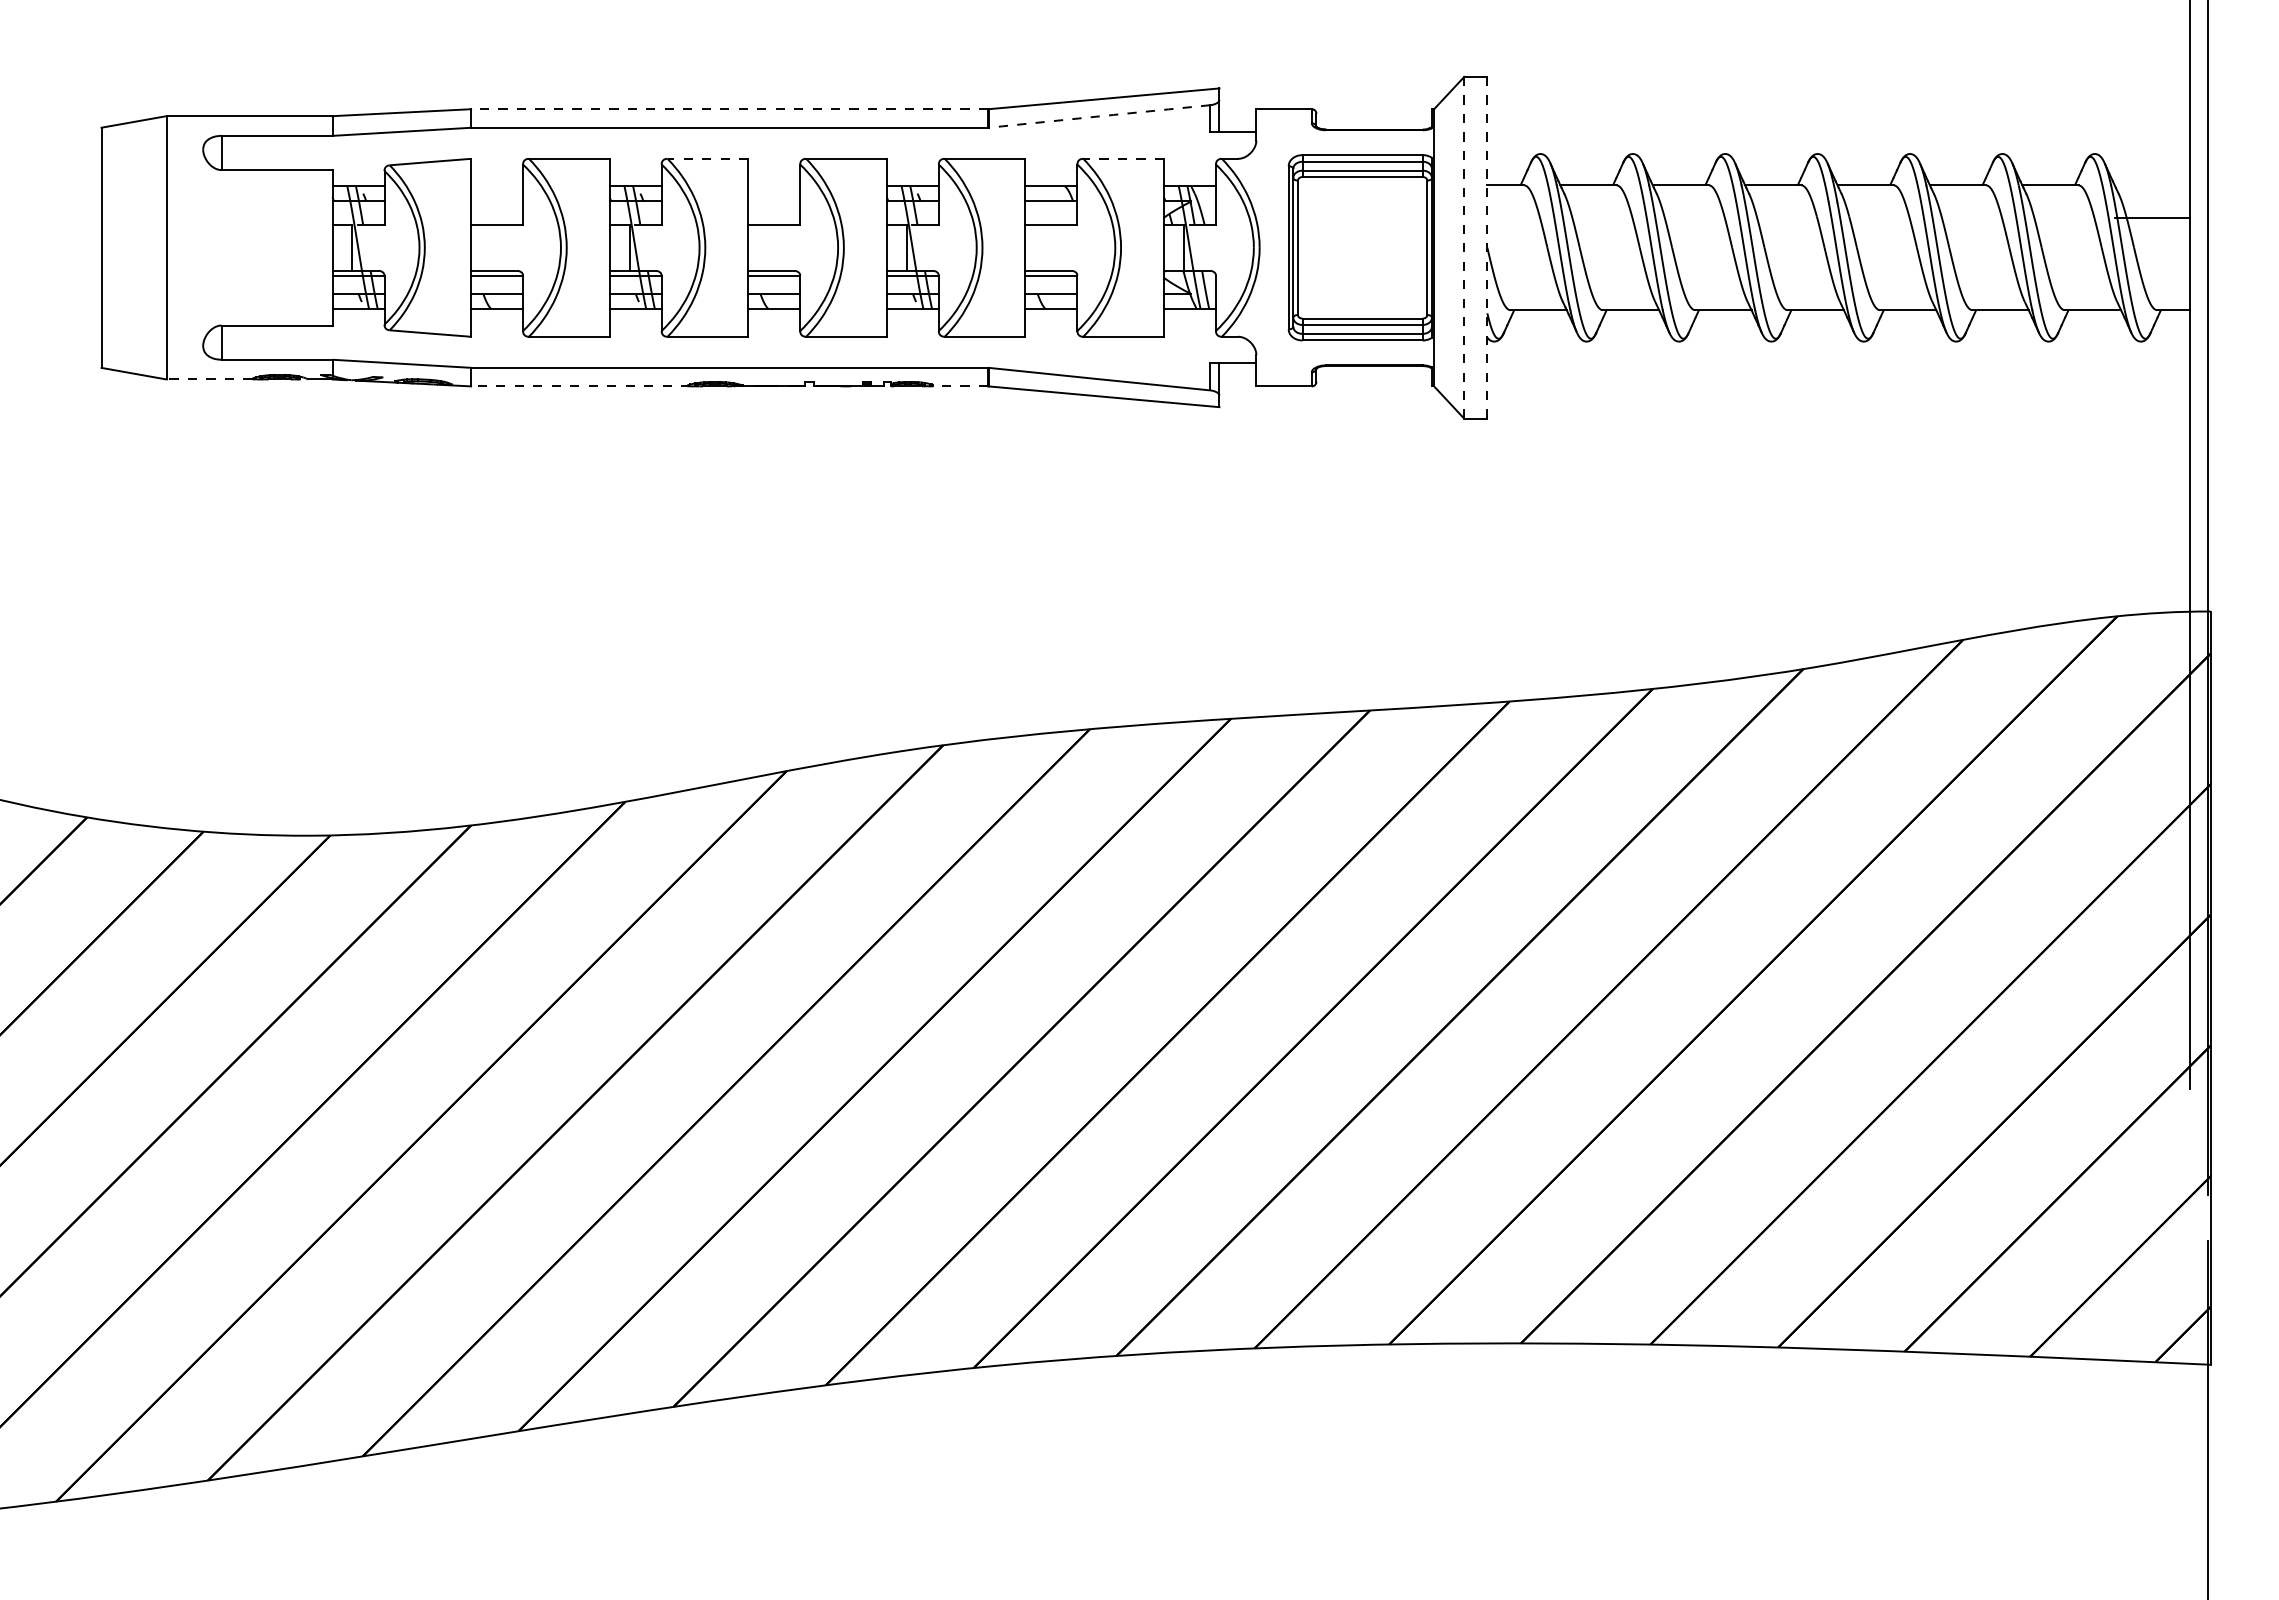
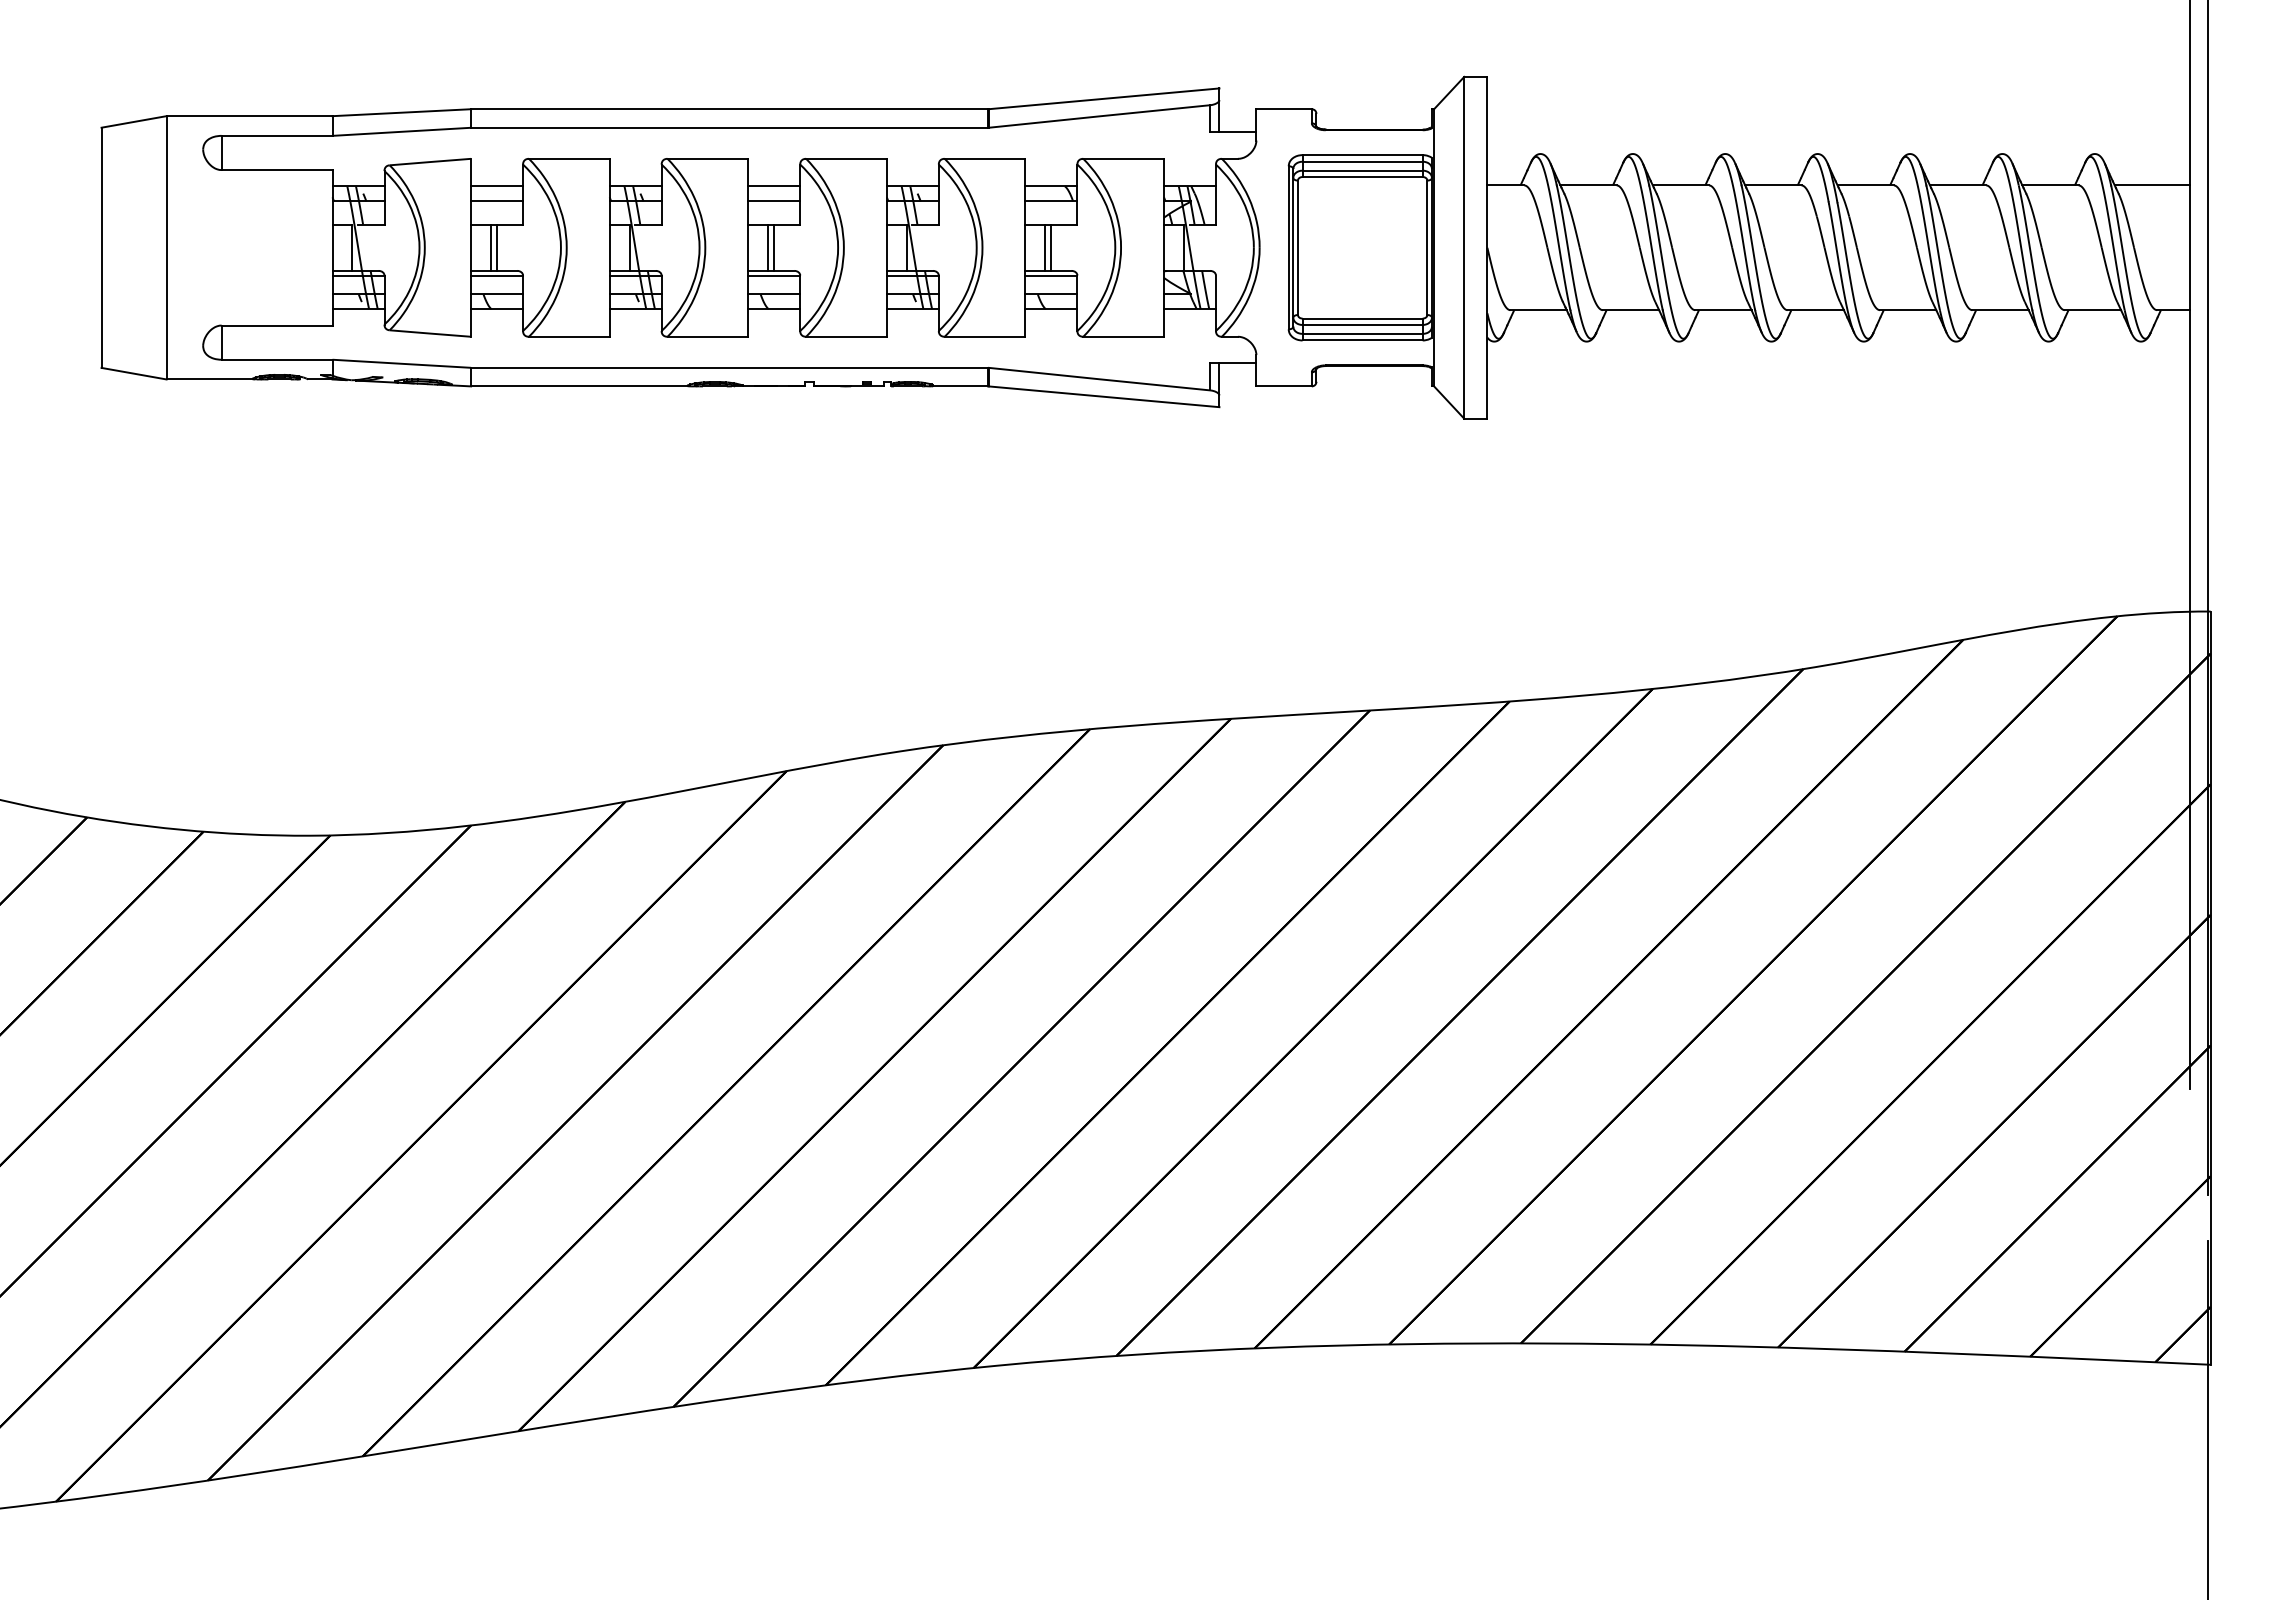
line at (729, 109): dashed -> solid
arc at (1099, 116): dashed -> solid
line at (707, 158): dashed -> solid
line at (1123, 158): dashed -> solid
line at (497, 186): none -> present
line at (774, 186): none -> present
line at (497, 201): none -> present
line at (774, 201): none -> present
line at (2152, 218) position: (2152, 218) -> (2152, 185)
line at (490, 247): none -> present
line at (496, 247): none -> present
line at (768, 247): none -> present
line at (773, 247): none -> present
line at (1045, 247): none -> present
line at (1051, 247): none -> present
line at (1464, 247): dashed -> solid
line at (1487, 247): dashed -> solid
line at (209, 379): dashed -> solid
line at (580, 386): dashed -> solid
line at (960, 386): dashed -> solid
